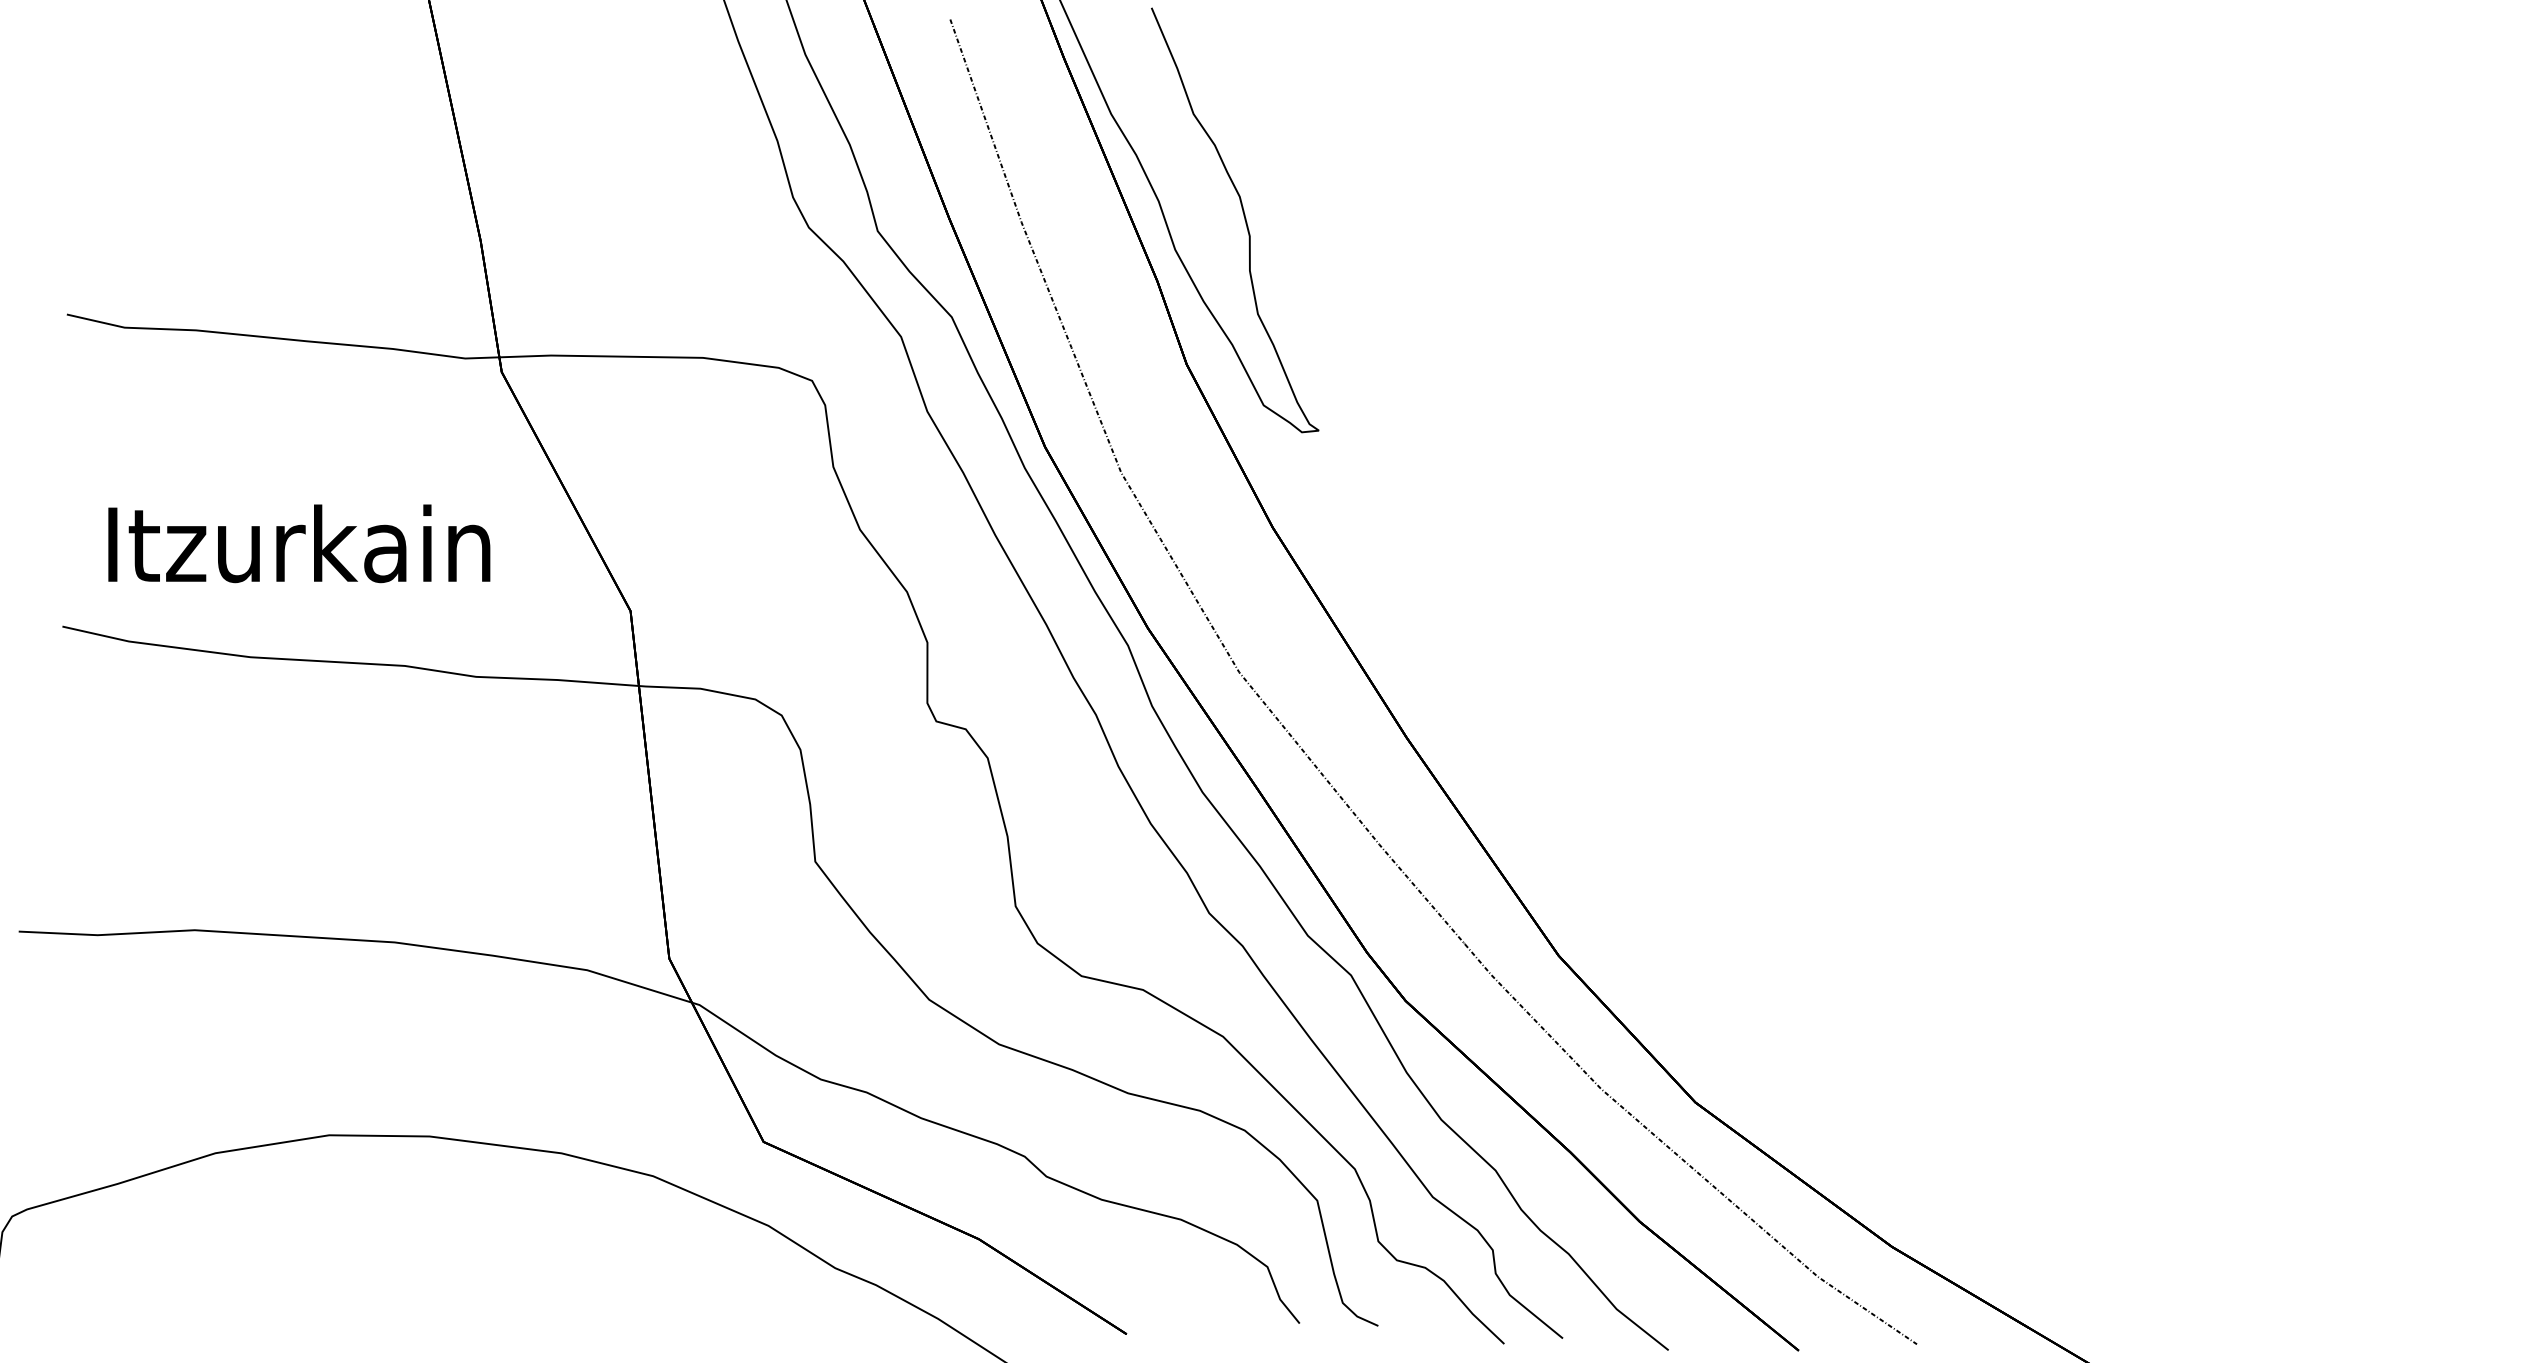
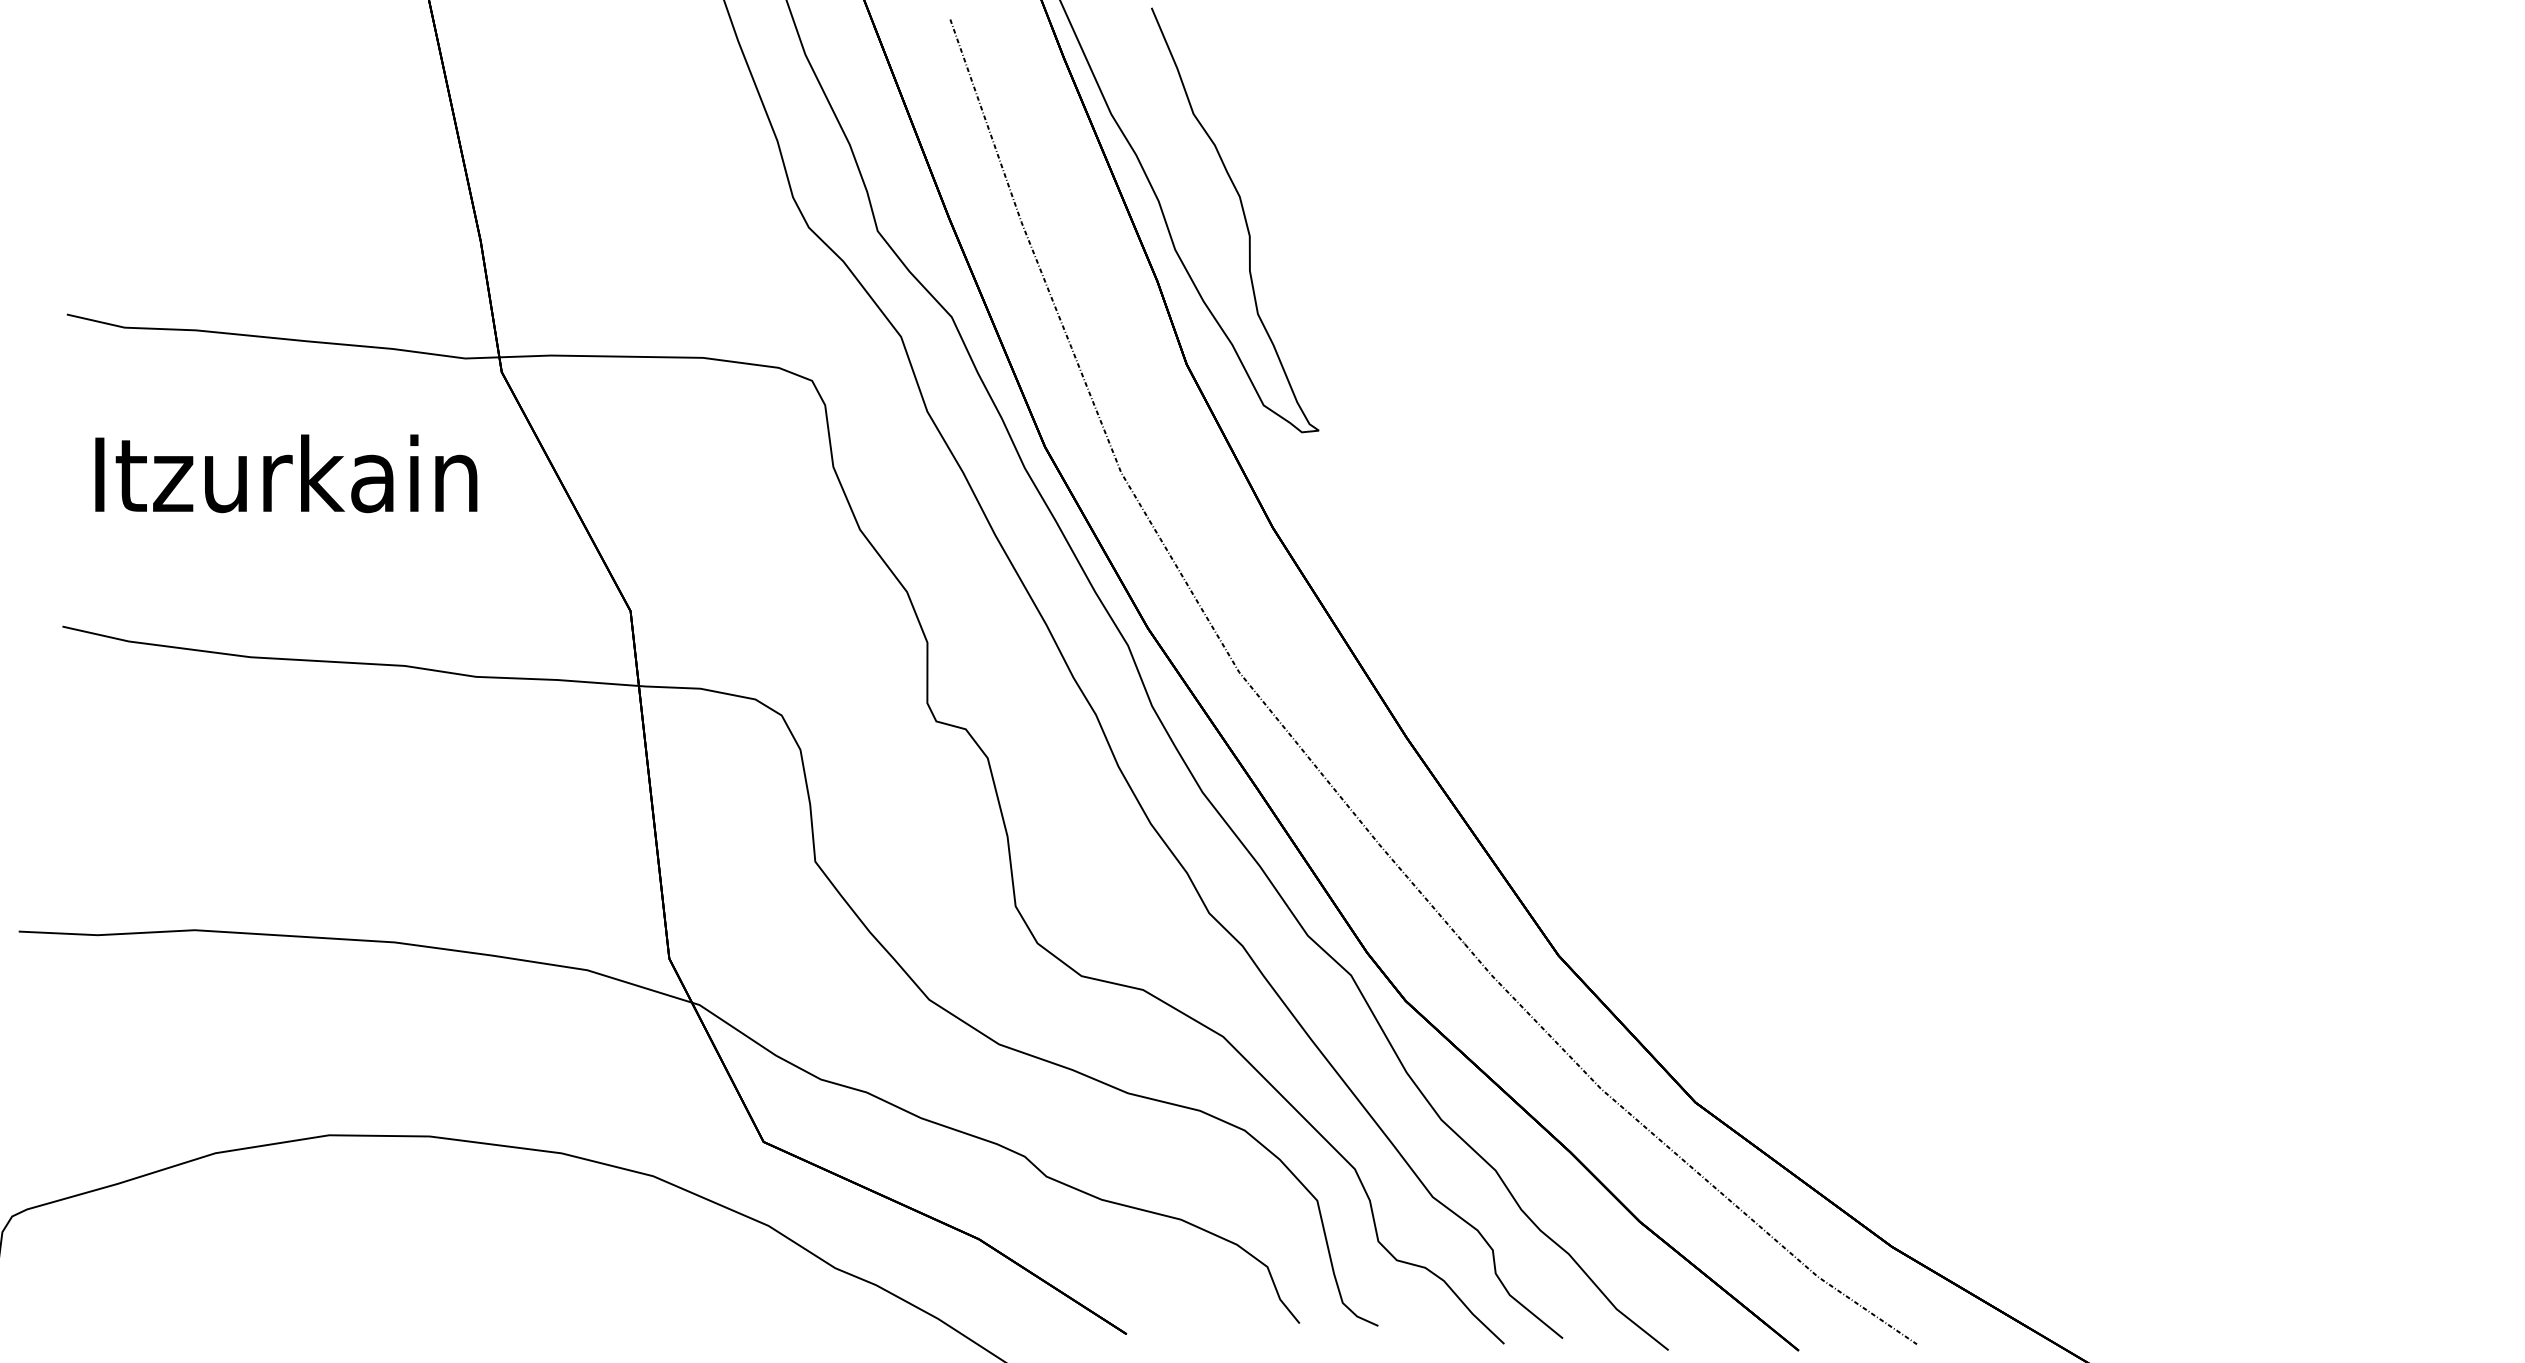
text at (299, 543) position: (299, 543) -> (286, 473)
